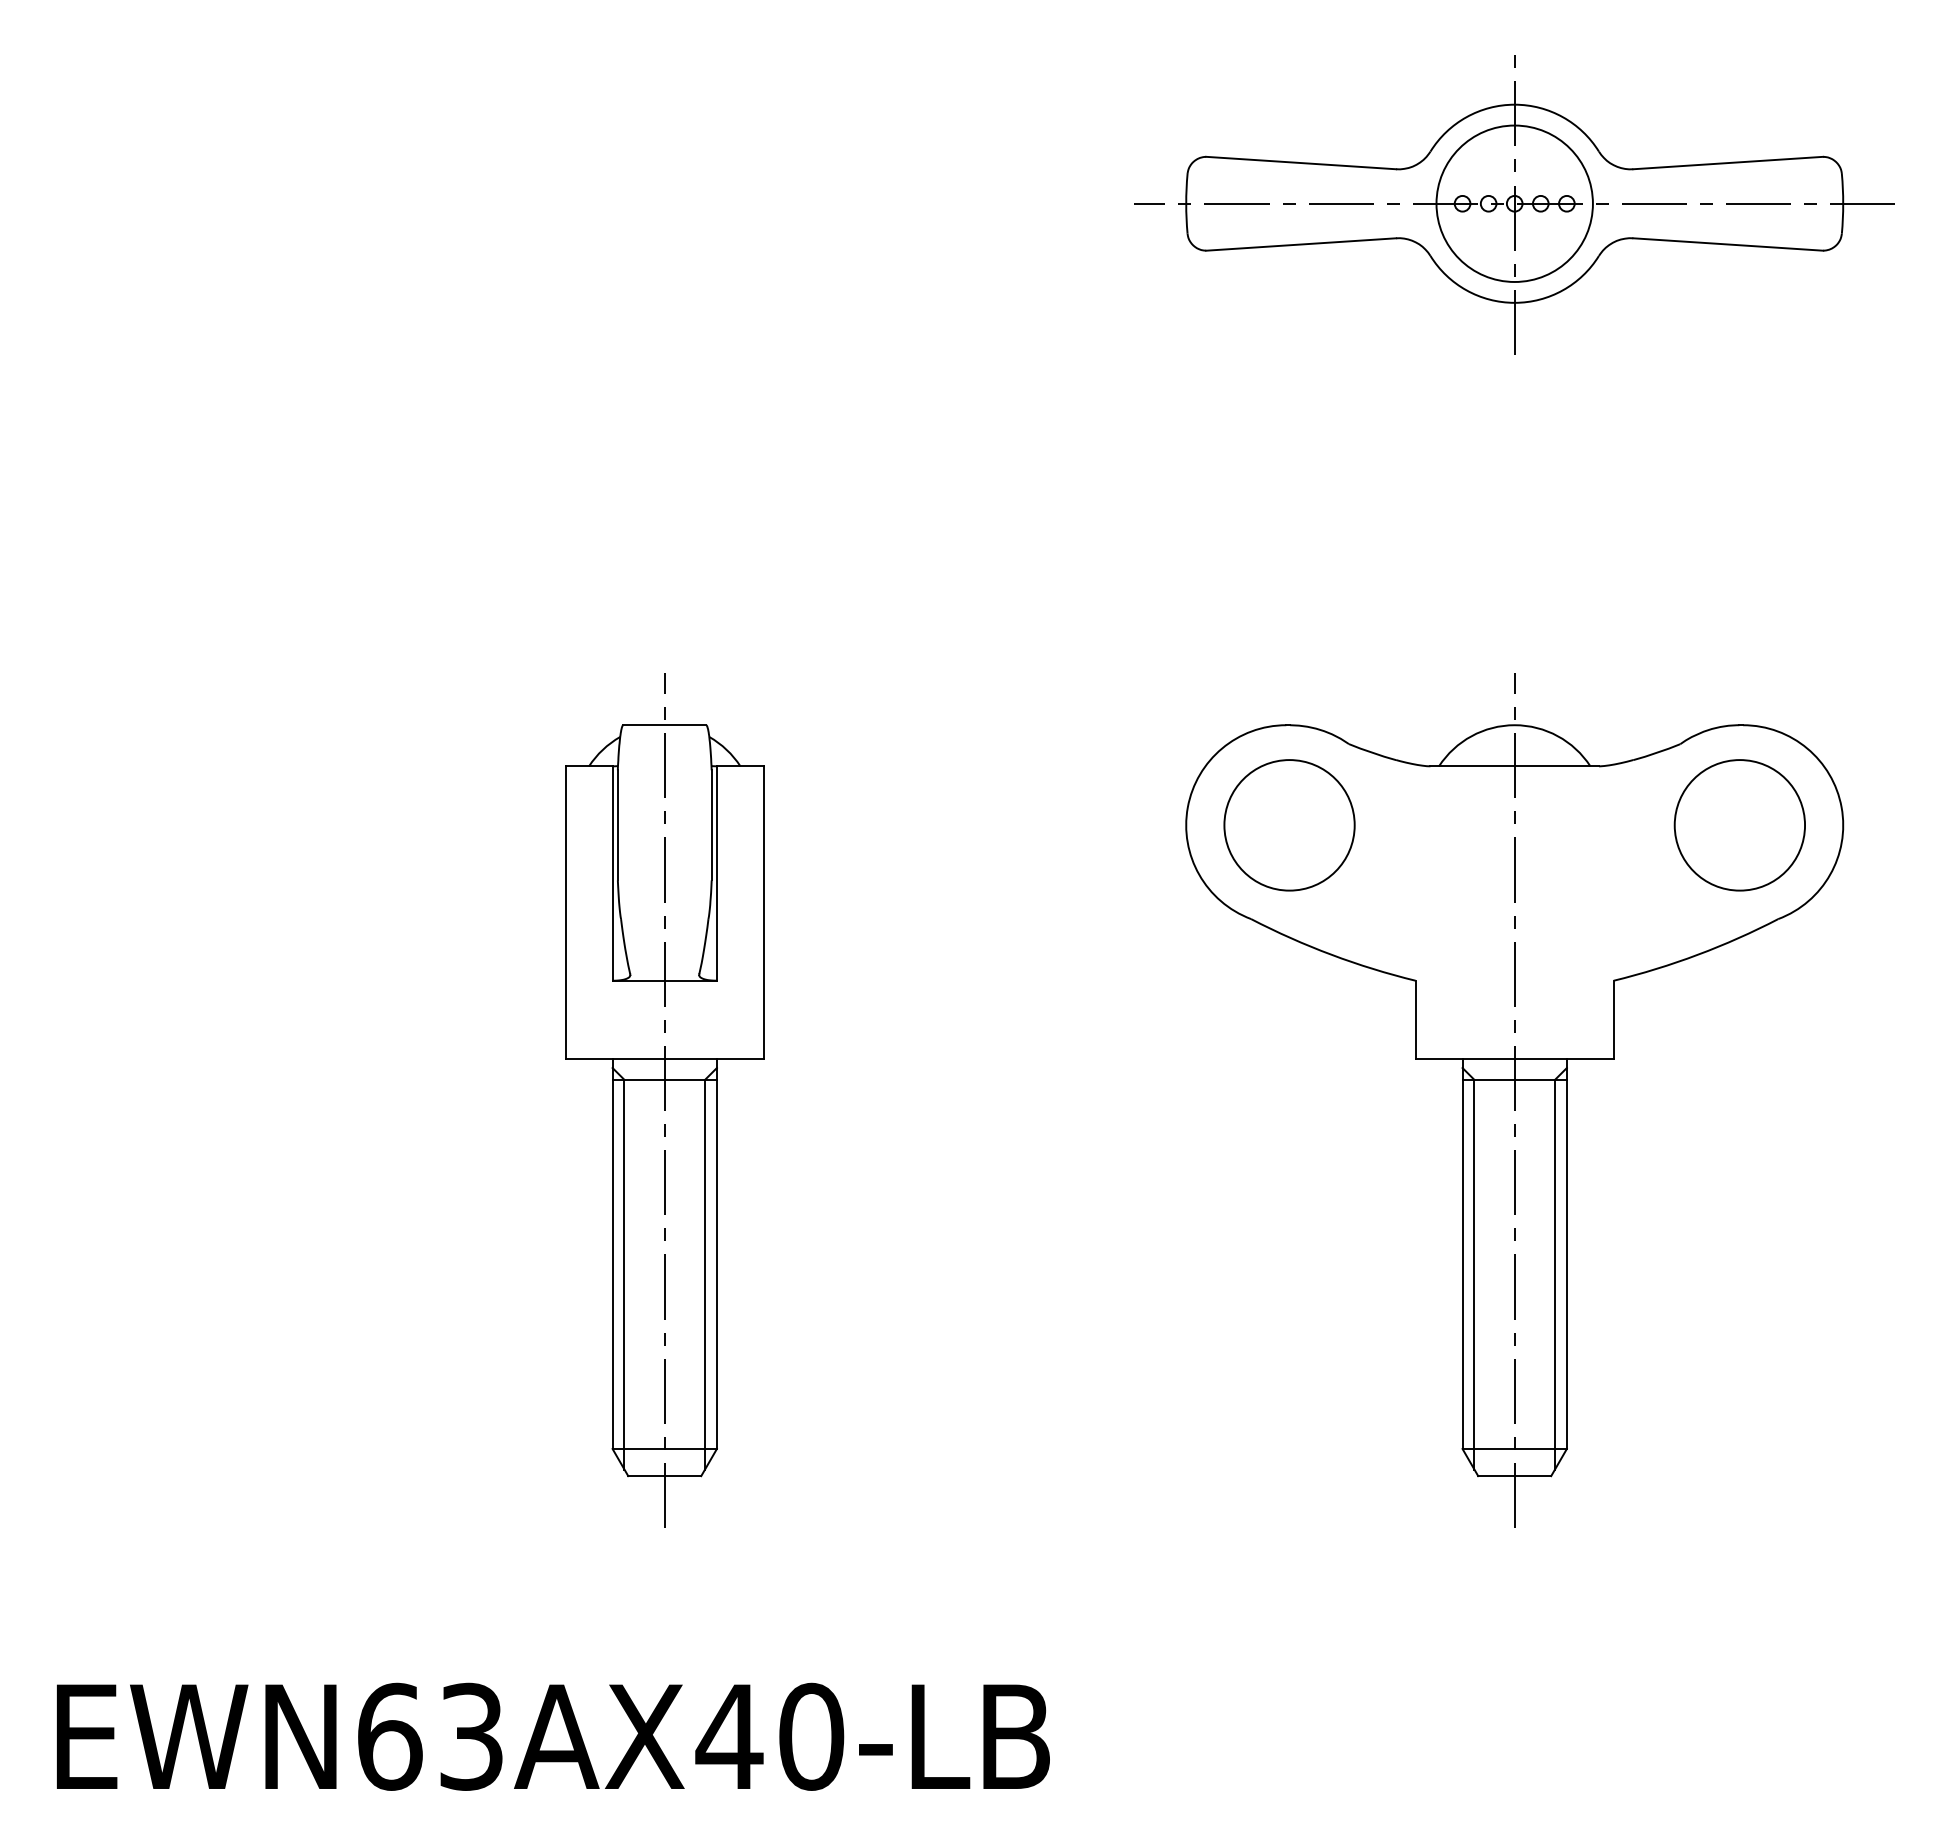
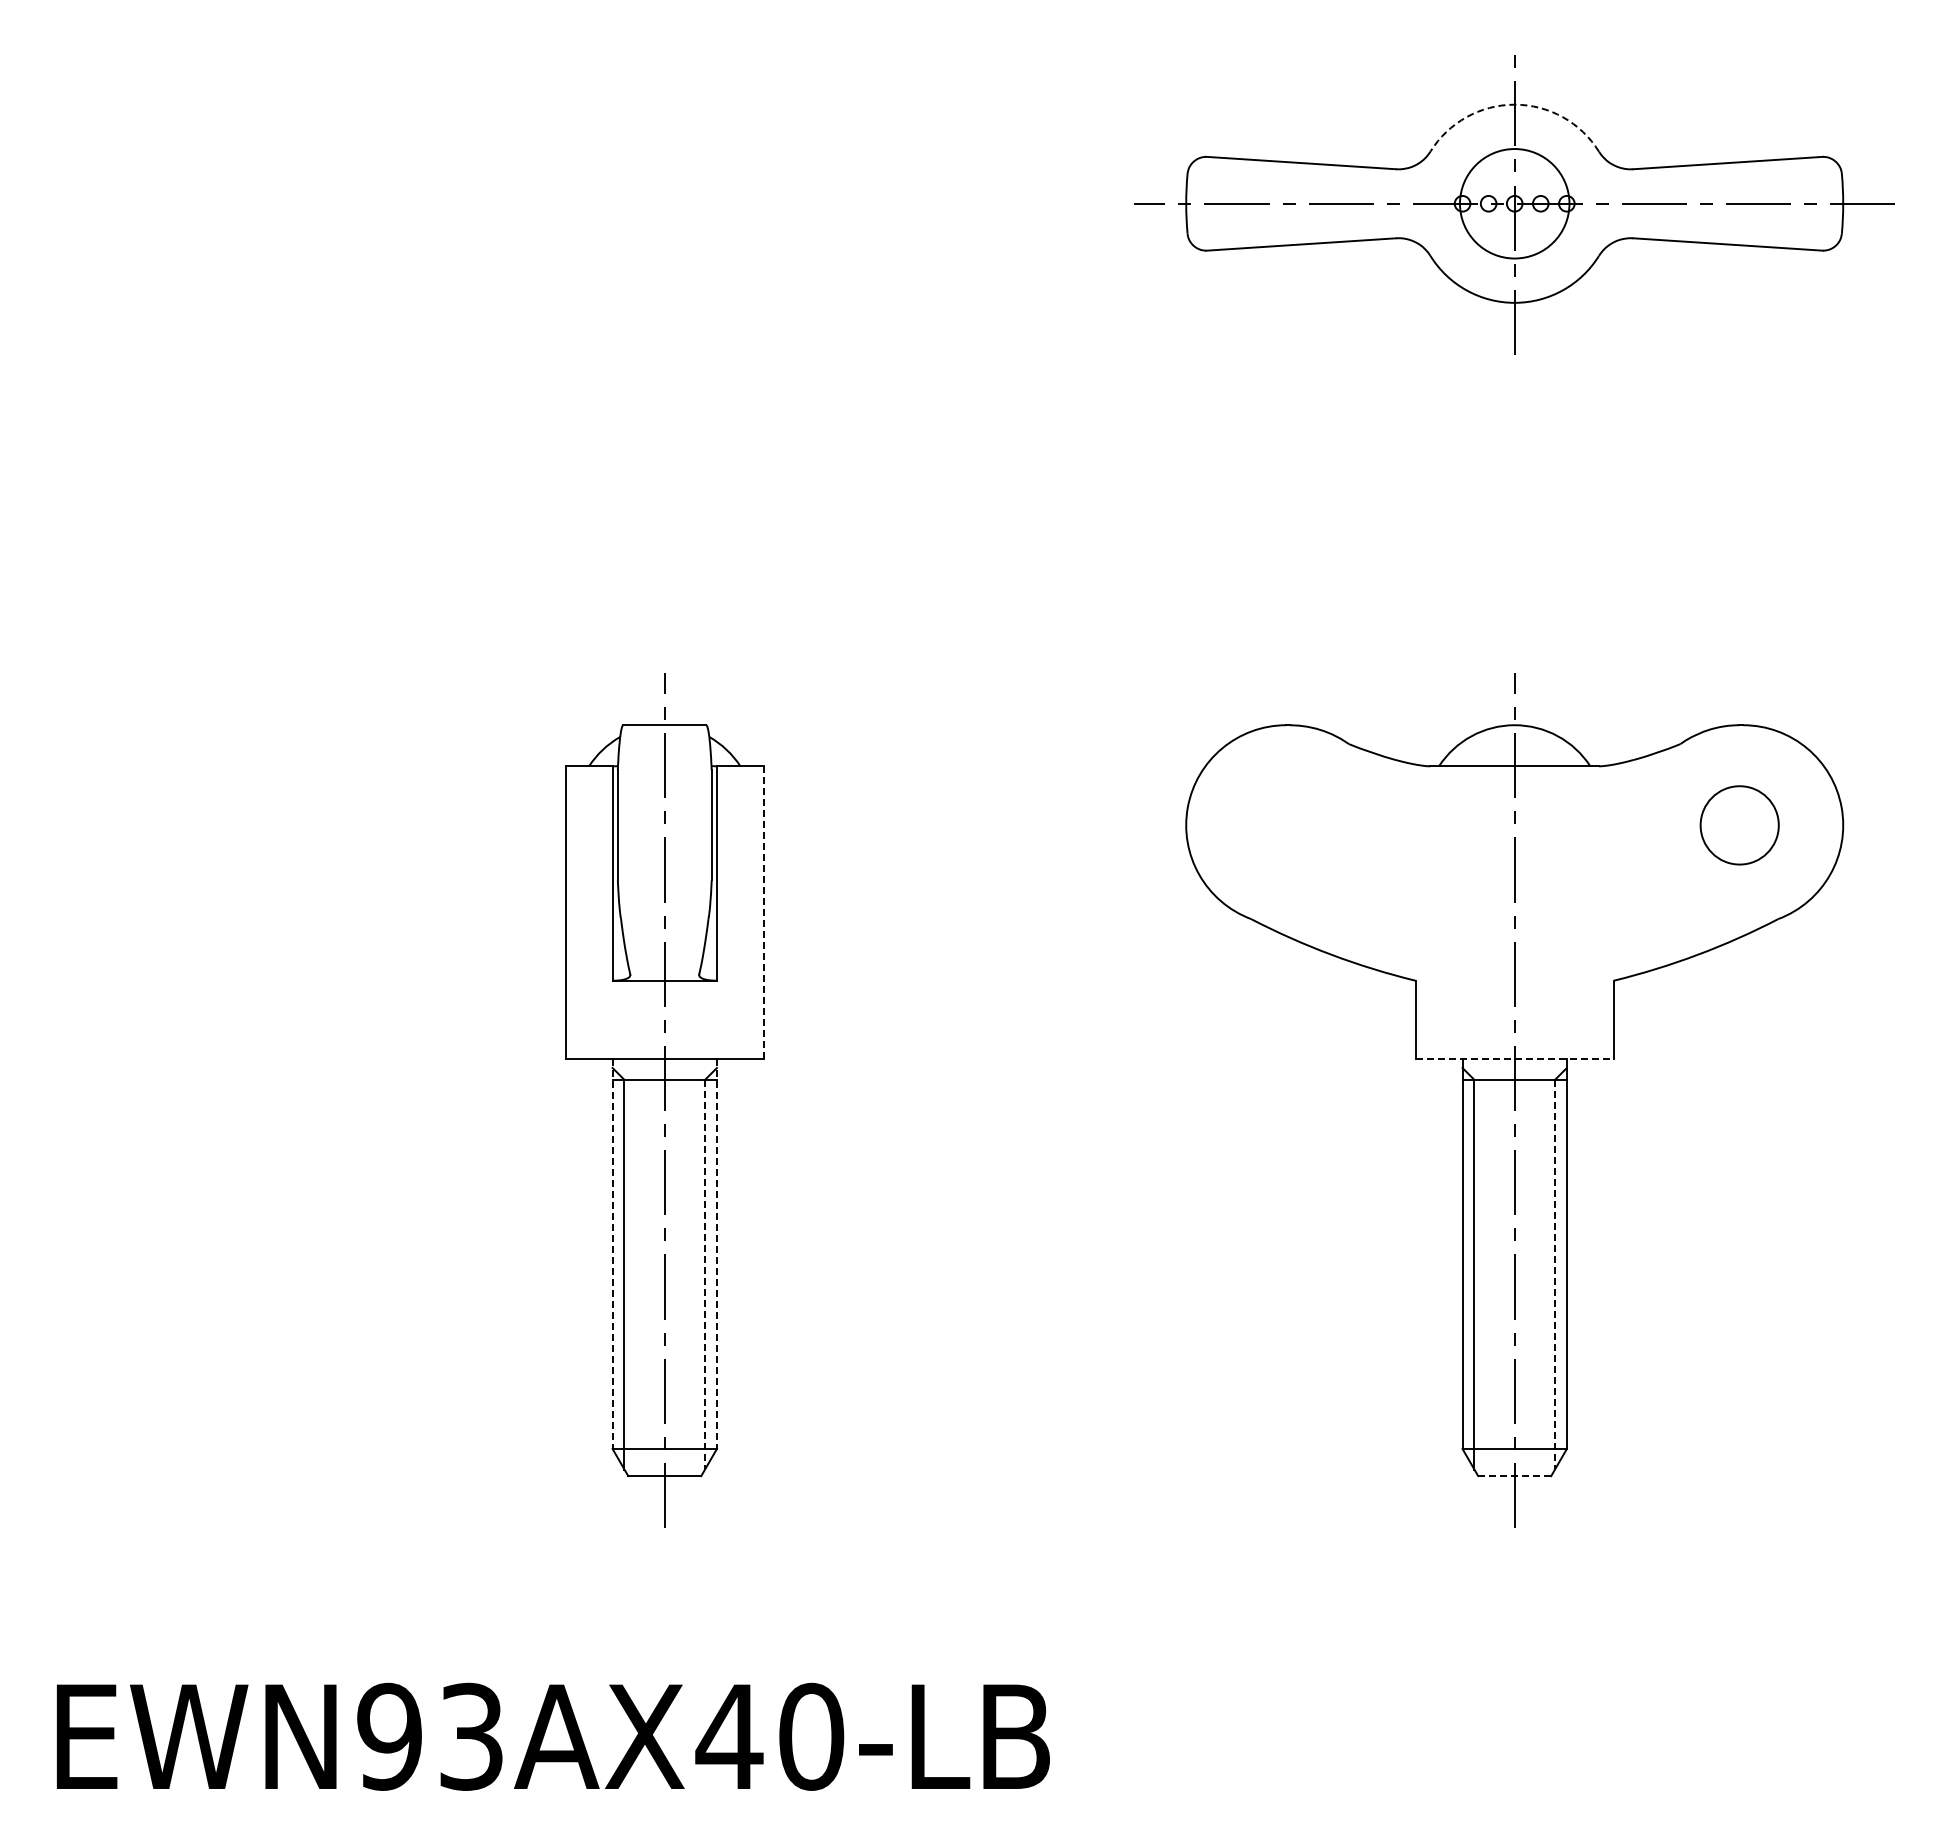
arc at (1514, 104): solid -> dashed
circle at (1514, 203) diameter: 156 px -> 110 px
part at (1289, 825): present -> none
part at (1739, 825) size: 133x133 px -> 81x81 px
line at (763, 912): solid -> dashed
line at (1515, 1058): solid -> dashed
line at (612, 1254): solid -> dashed
line at (716, 1254): solid -> dashed
line at (705, 1274): solid -> dashed
line at (1555, 1274): solid -> dashed
line at (1514, 1476): solid -> dashed
text at (389, 1736): EWN63AX40-LB -> EWN93AX40-LB
